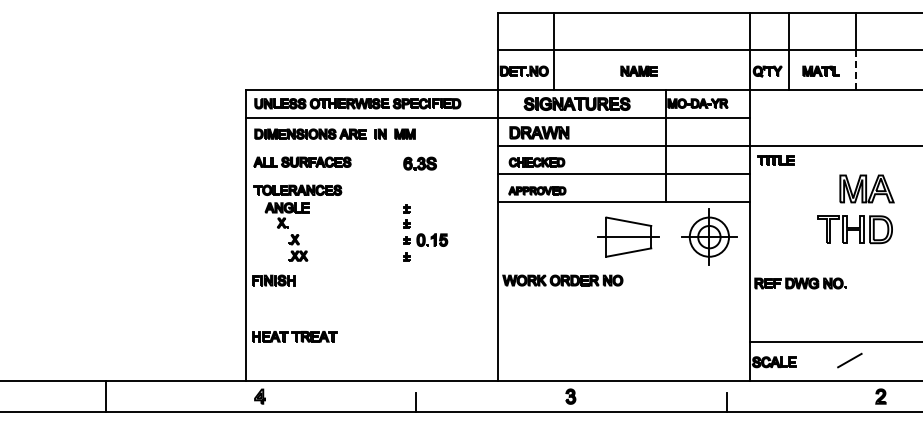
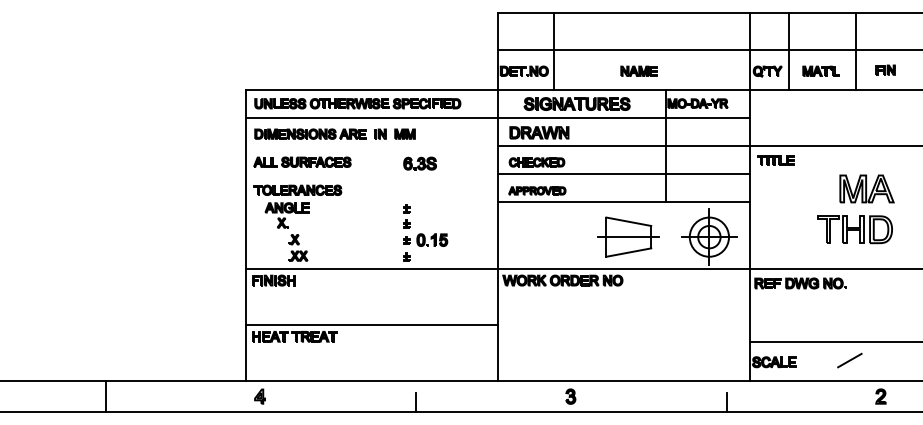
part at (885, 69): none -> present
line at (856, 70): dashed -> solid
line at (582, 268): none -> present
line at (371, 325): none -> present
